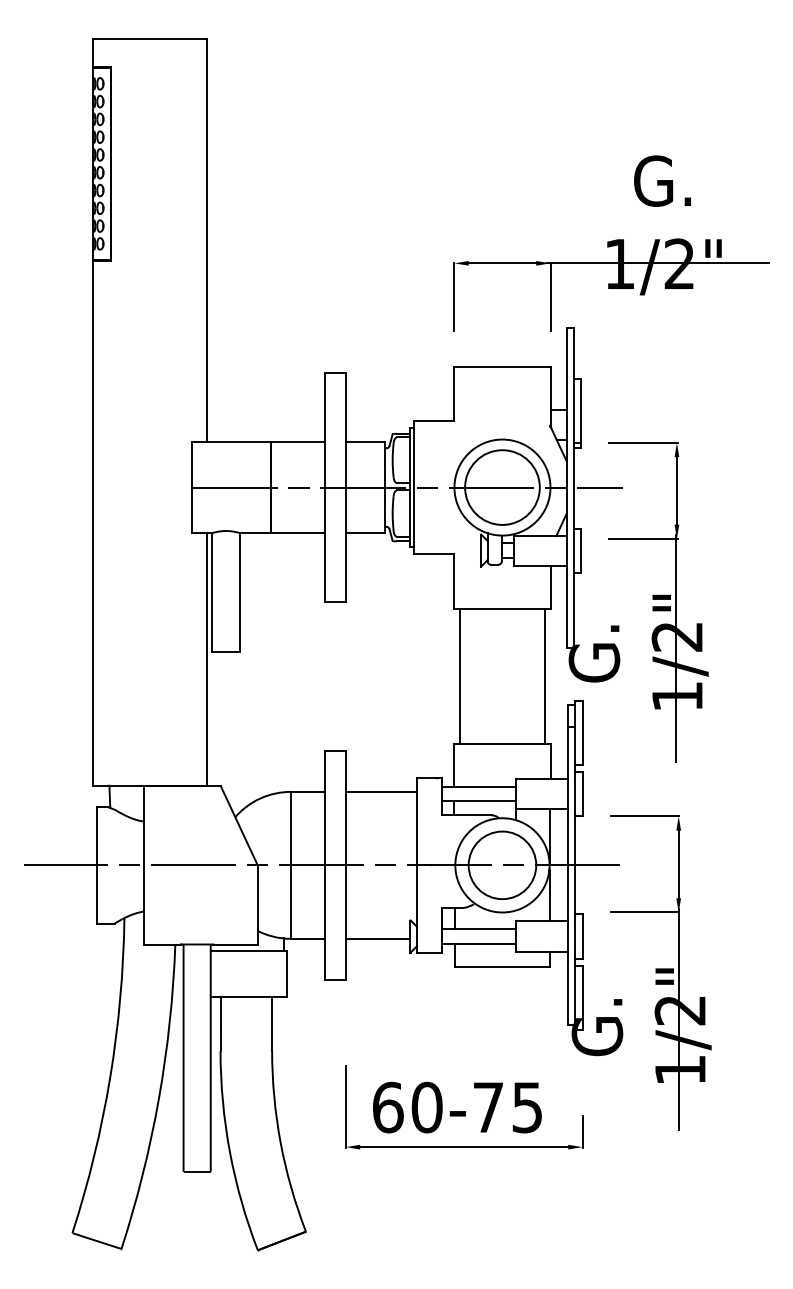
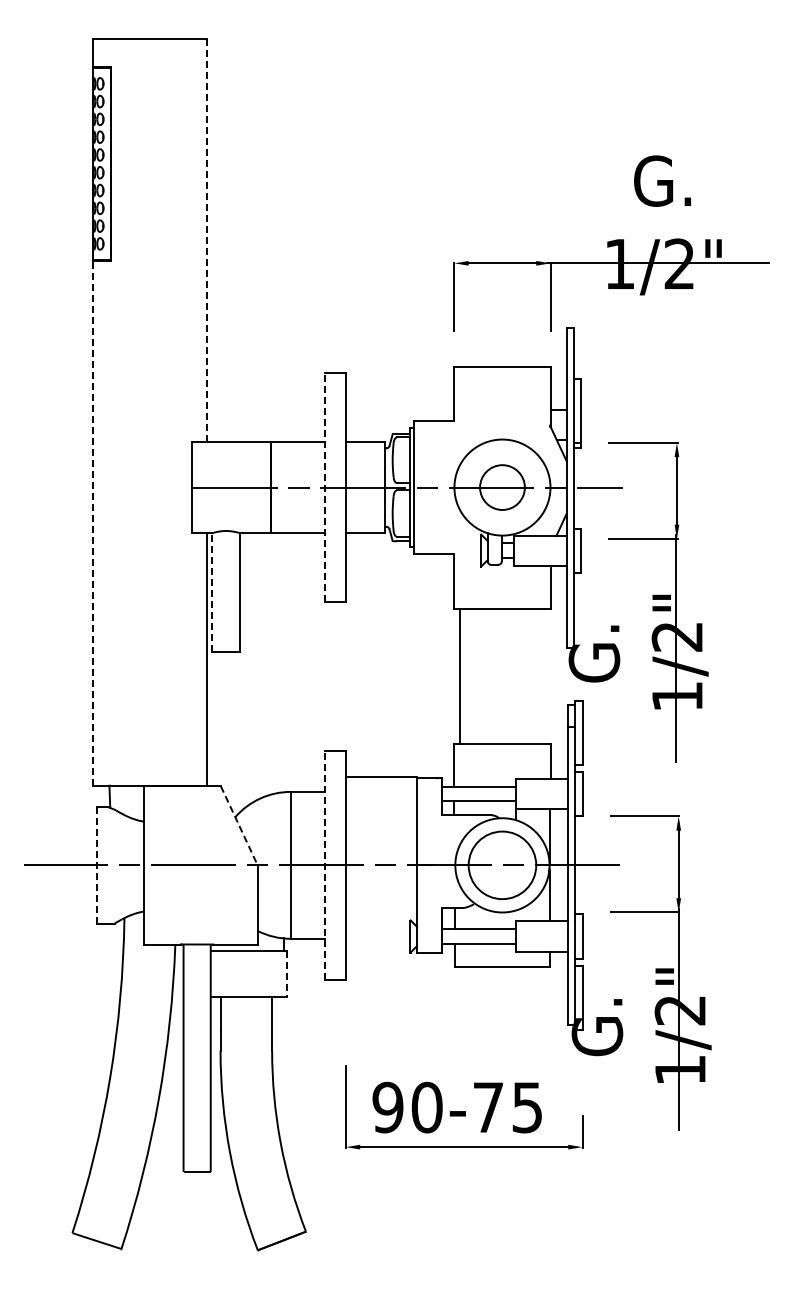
line at (207, 240): solid -> dashed
line at (324, 487): solid -> dashed
circle at (502, 487) diameter: 75 px -> 45 px
line at (93, 523): solid -> dashed
line at (212, 592): solid -> dashed
line at (545, 676): present -> none
line at (381, 791) position: (381, 791) -> (381, 776)
line at (239, 825): solid -> dashed
line at (96, 864): solid -> dashed
line at (324, 865): solid -> dashed
line at (377, 938): present -> none
line at (287, 974): solid -> dashed
text at (387, 1107): 60-75 -> 90-75
